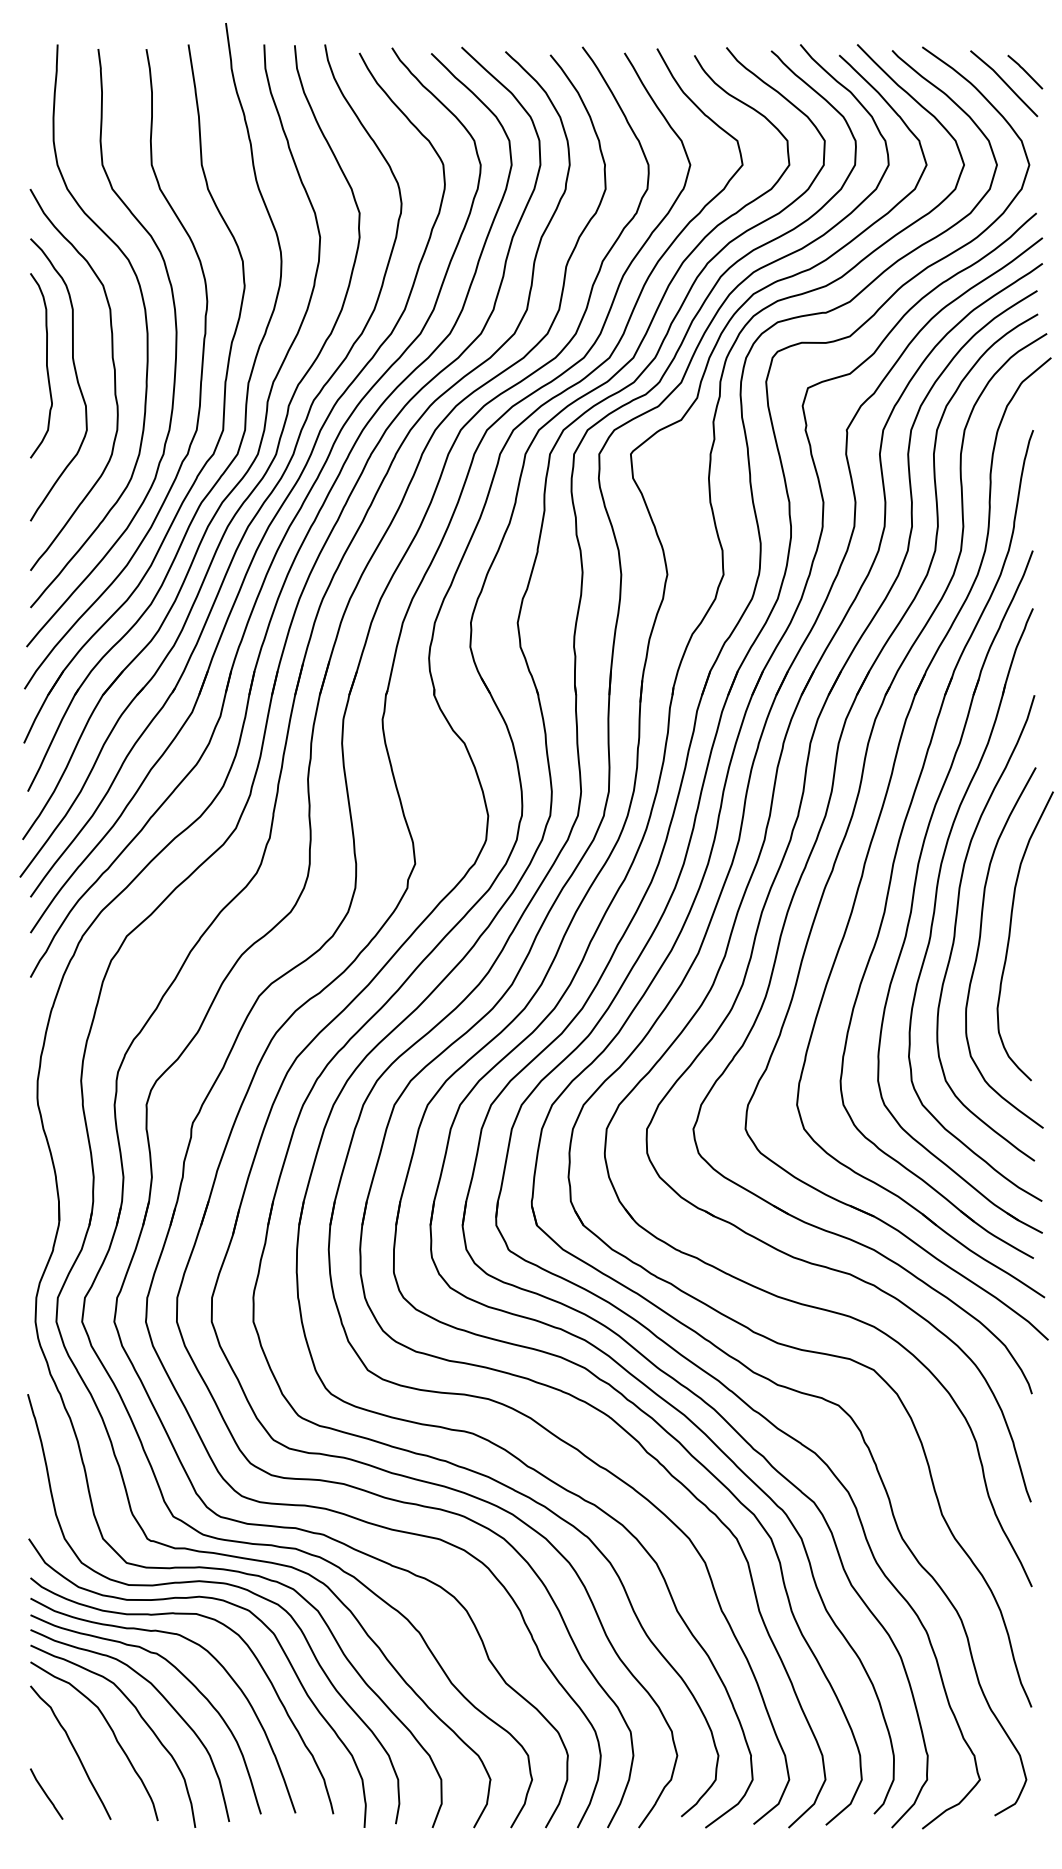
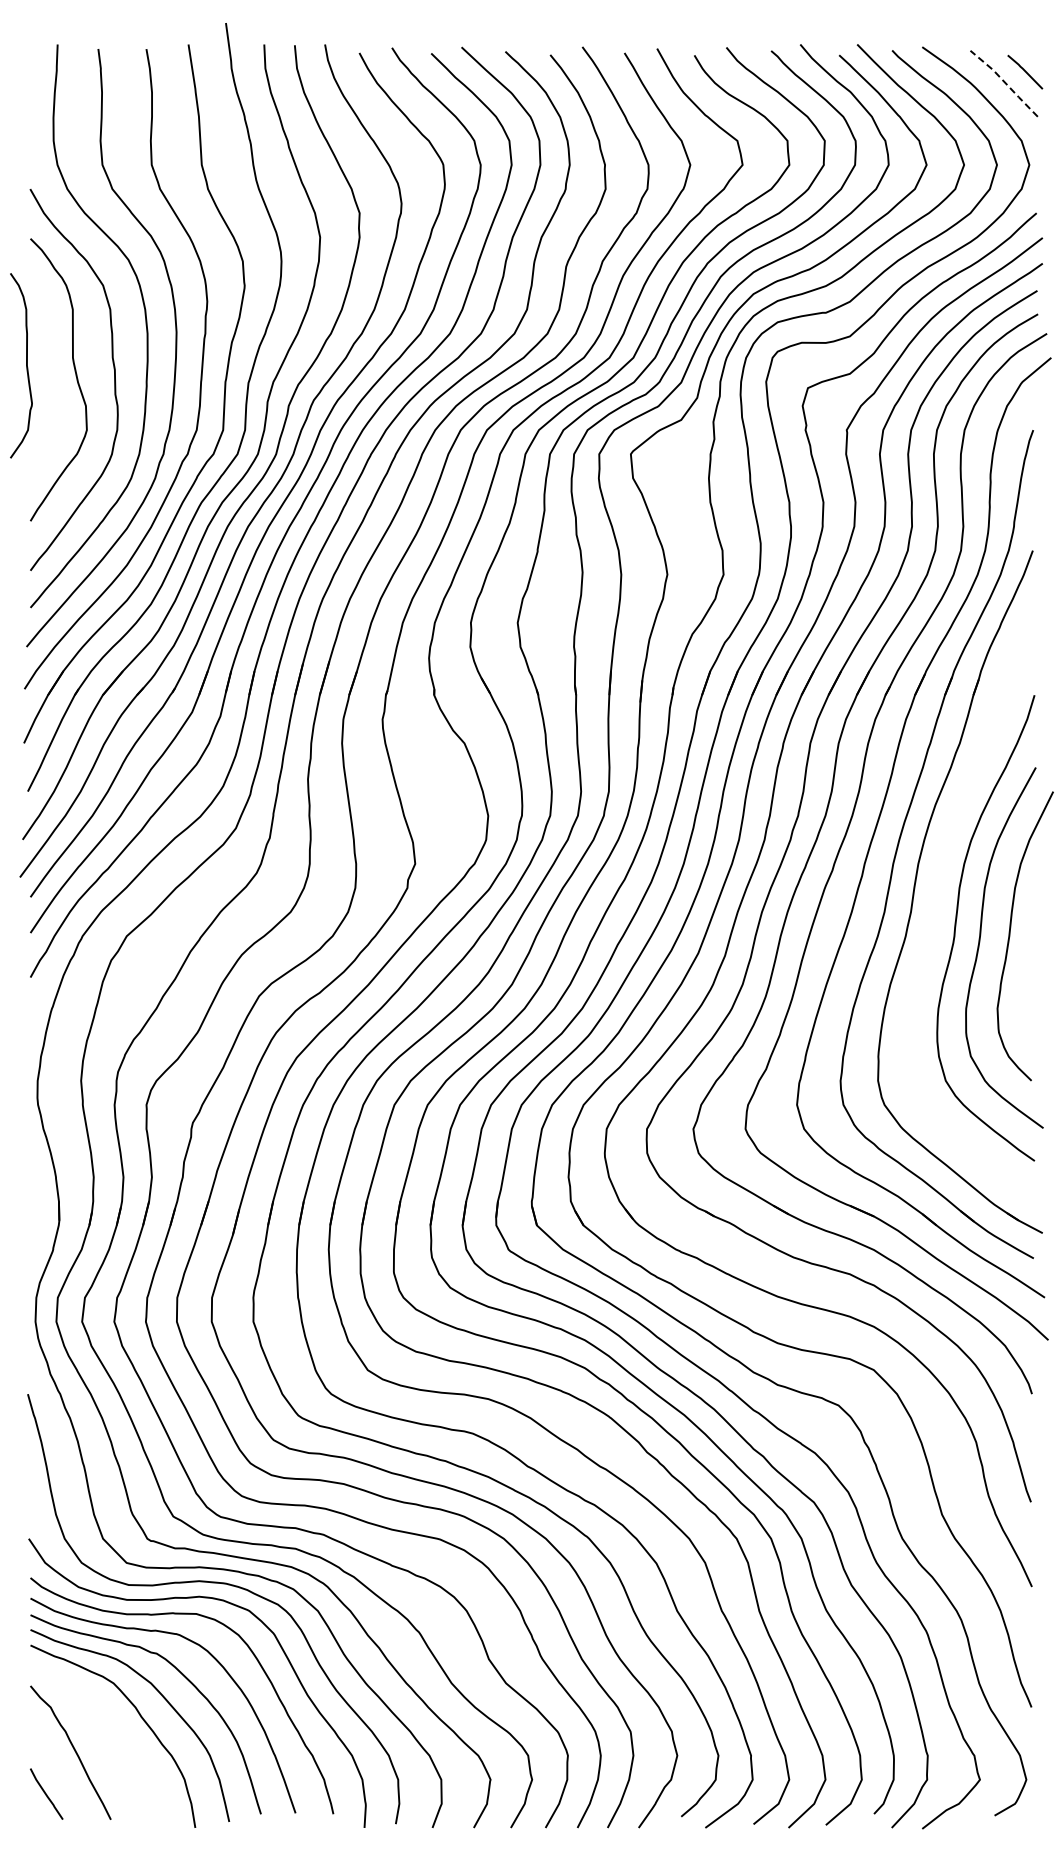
line at (1005, 82): solid -> dashed
curve at (46, 365) position: (46, 365) -> (26, 365)
part at (936, 903): present -> none
curve at (112, 1733): present -> none
